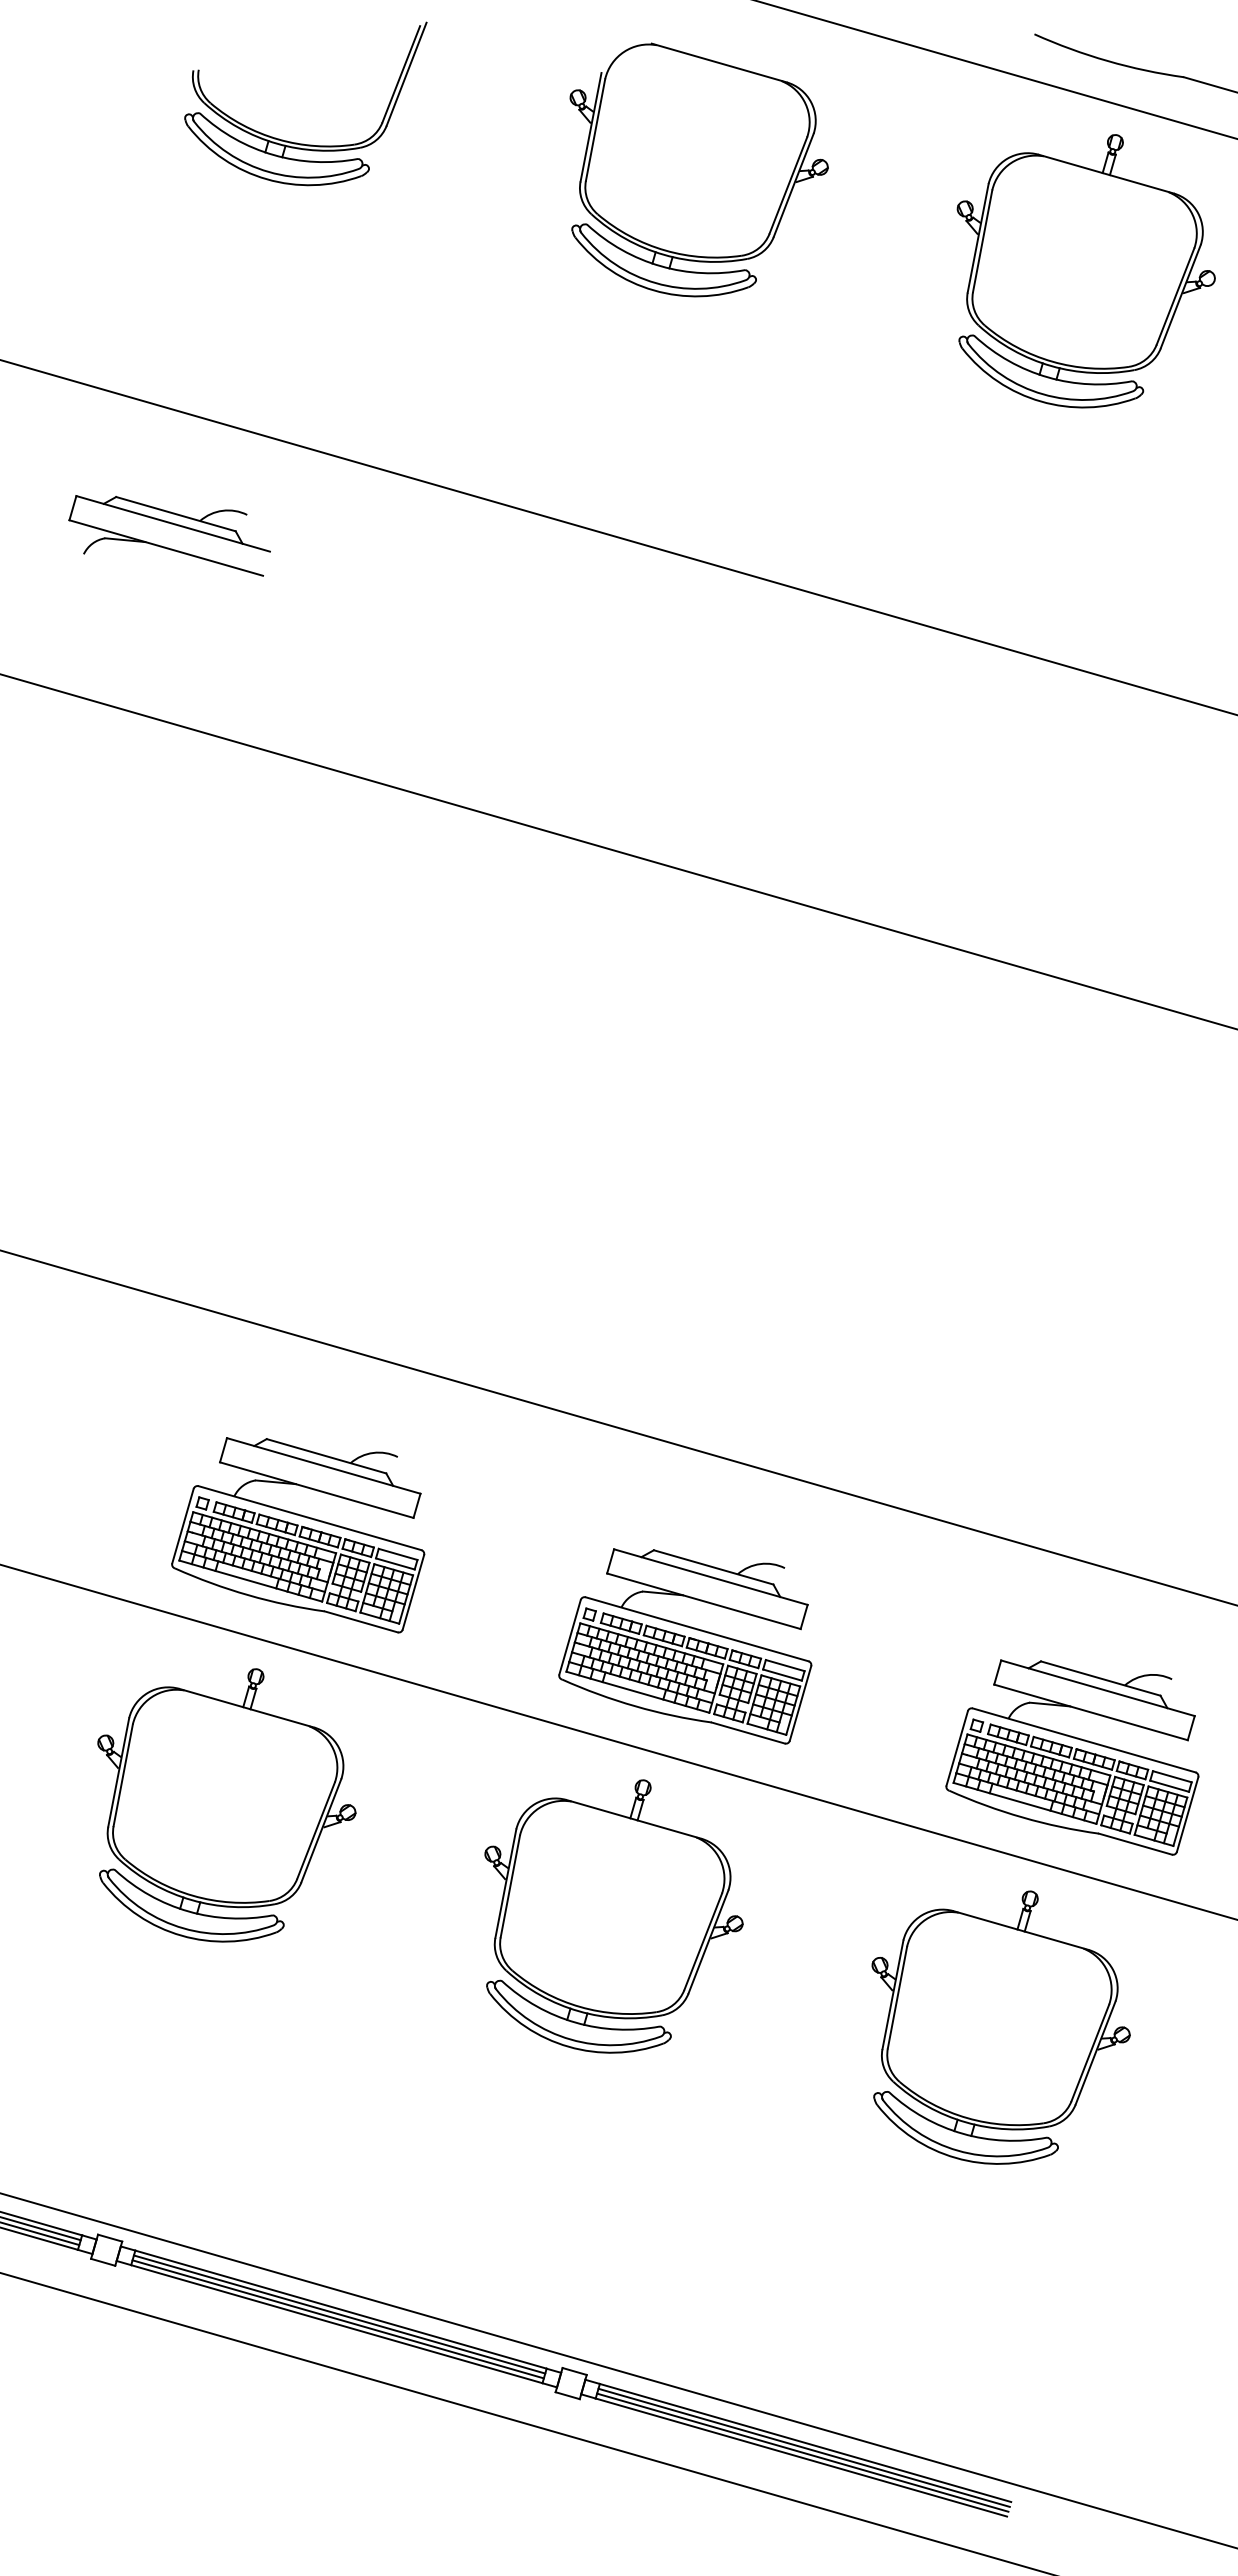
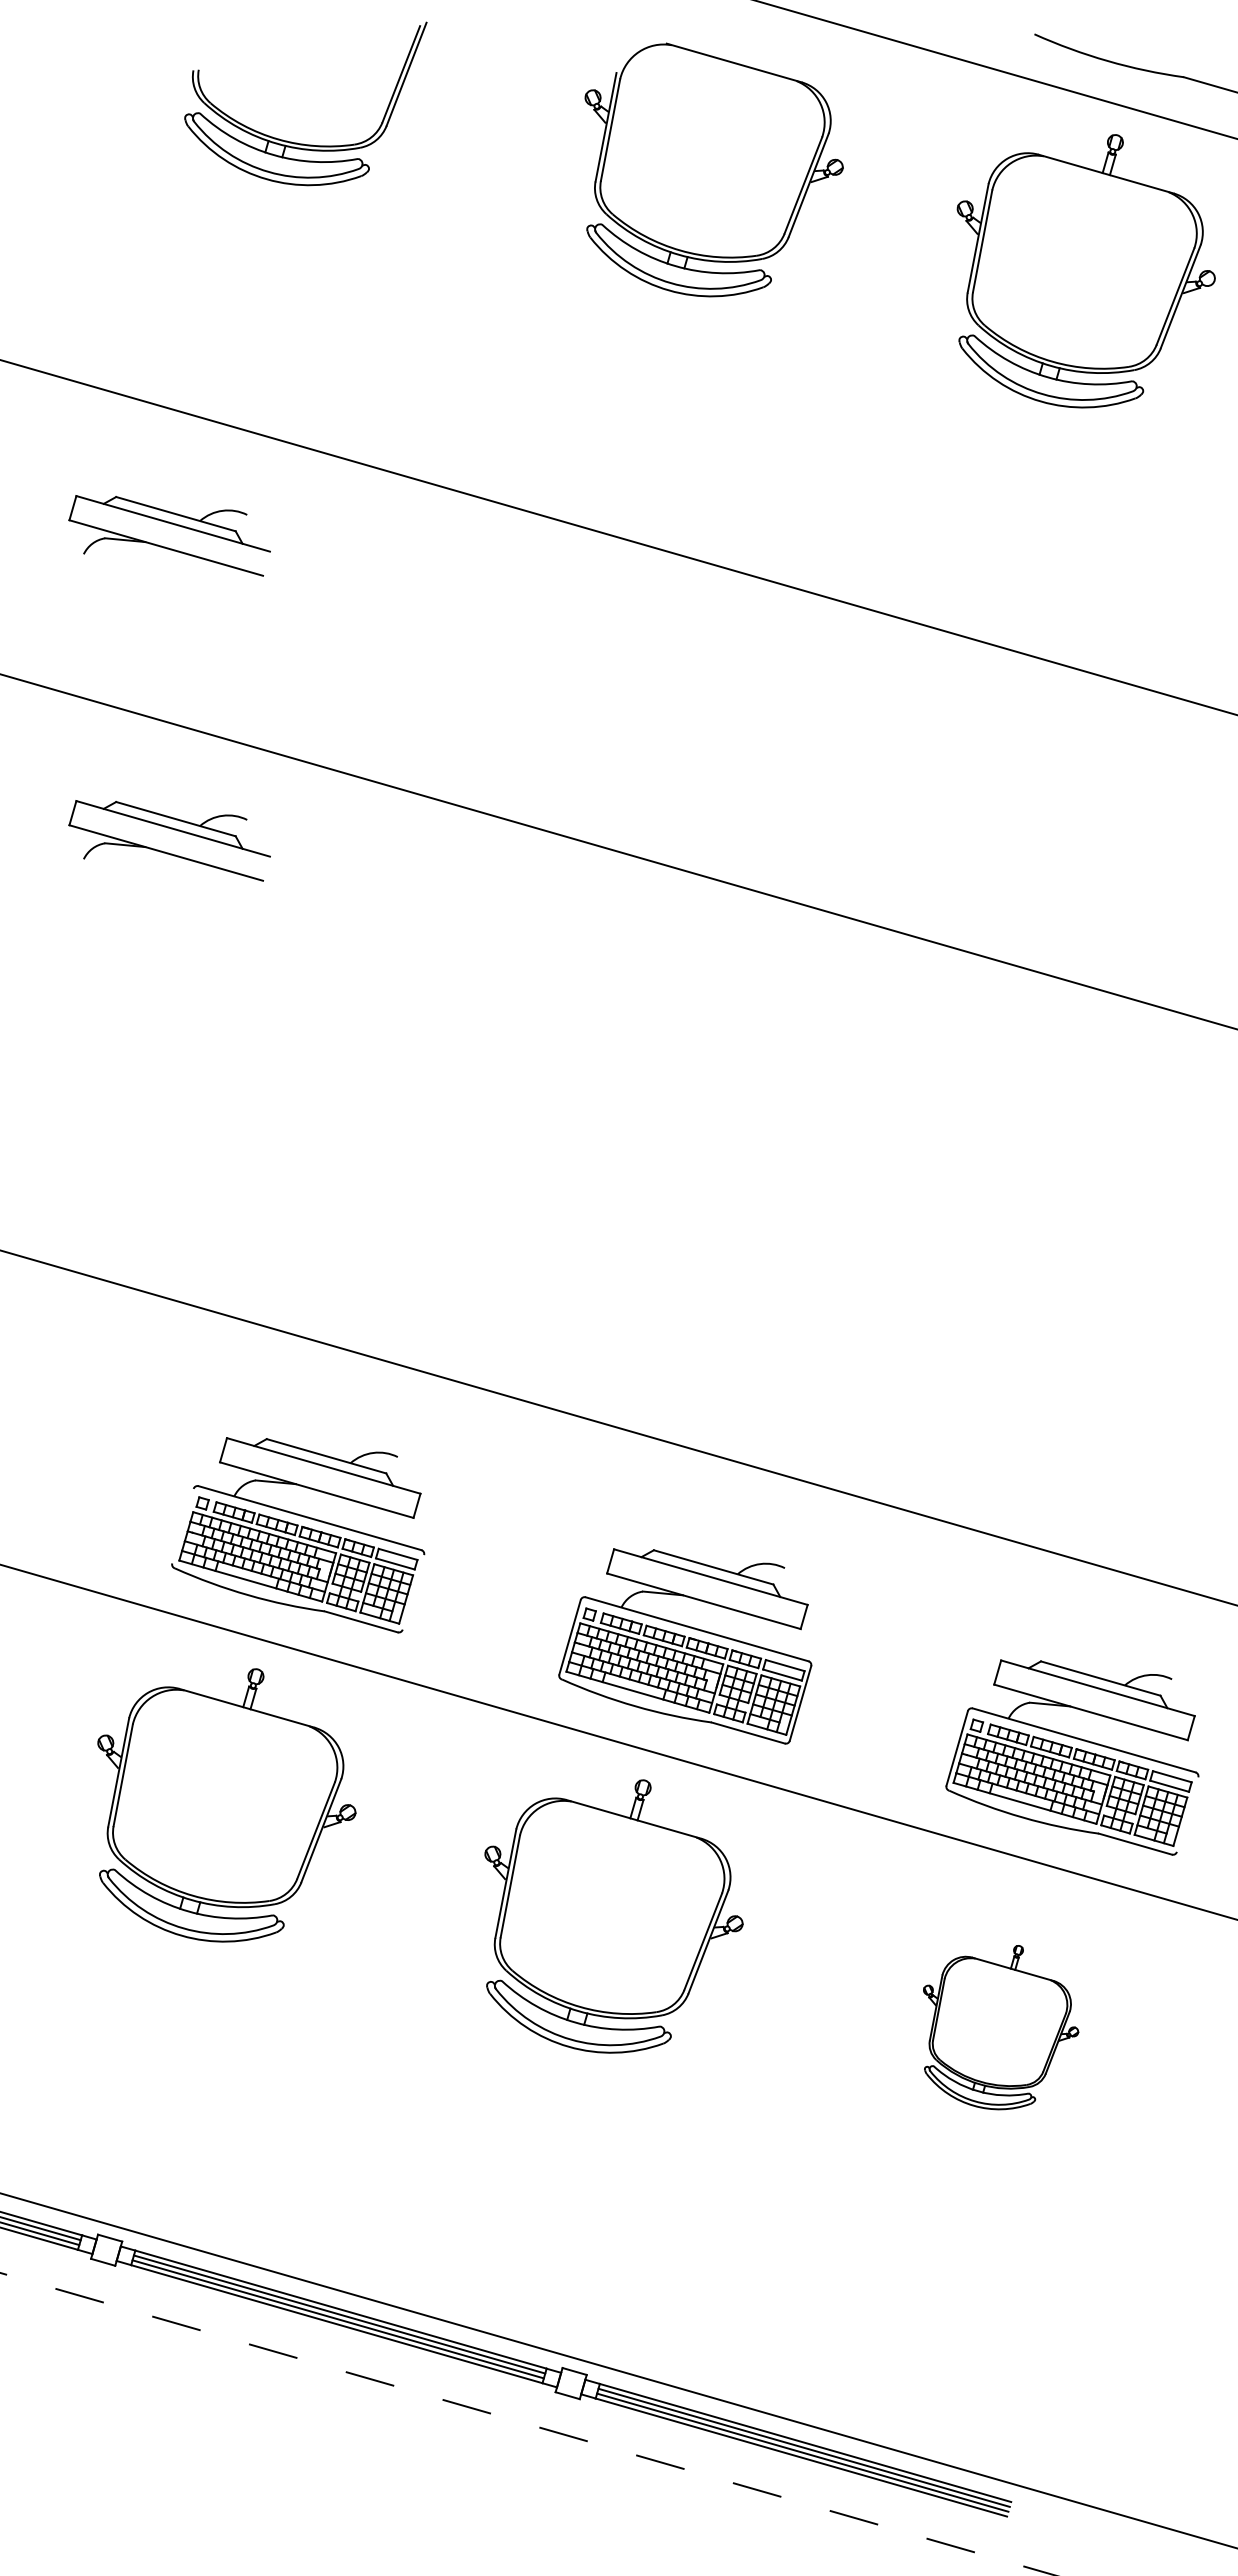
part at (698, 169) position: (698, 169) -> (713, 169)
part at (171, 829): none -> present
line at (182, 1525): present -> none
line at (413, 1592): present -> none
line at (1187, 1814): present -> none
part at (1000, 2027) size: 260x275 px -> 157x166 px
line at (528, 2424): solid -> dashed
